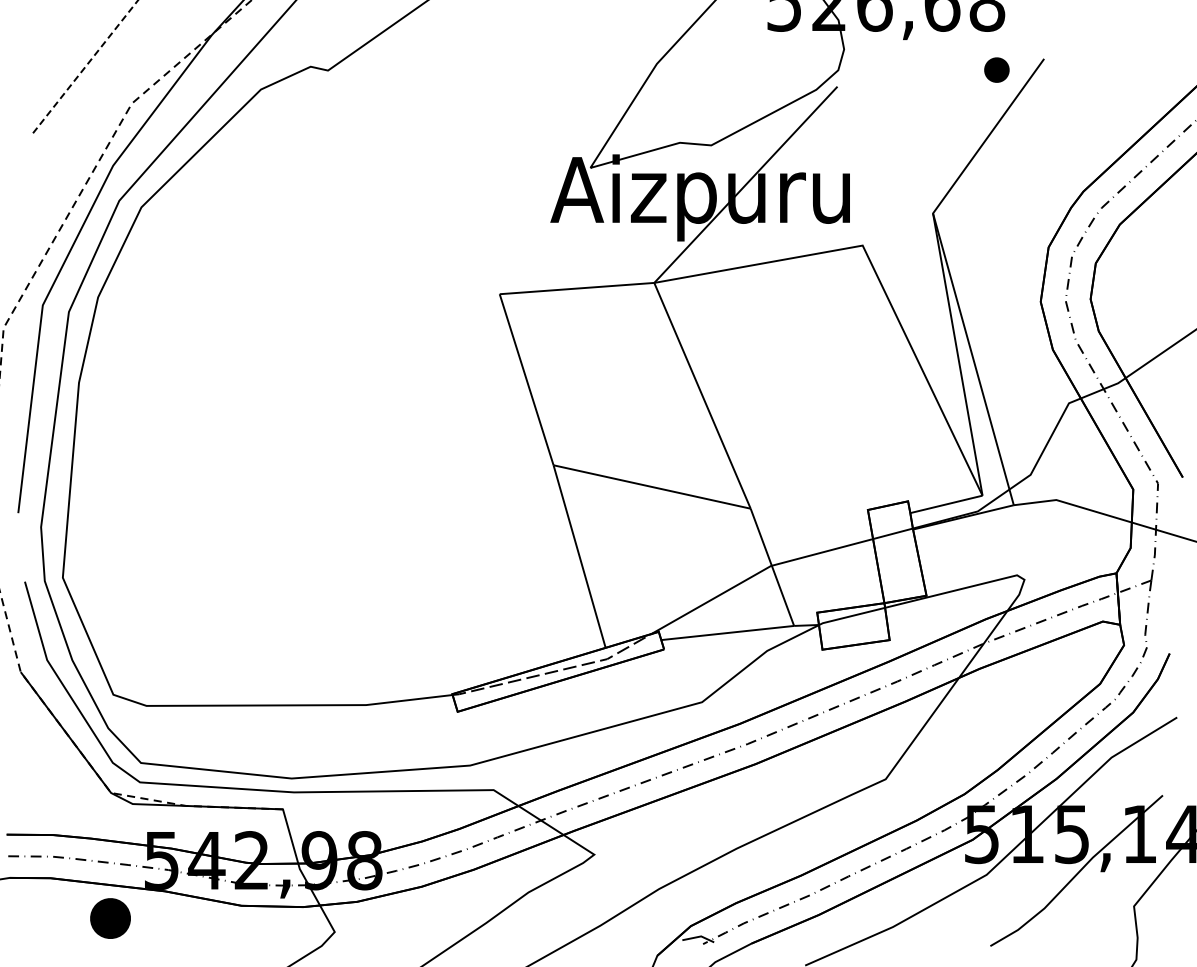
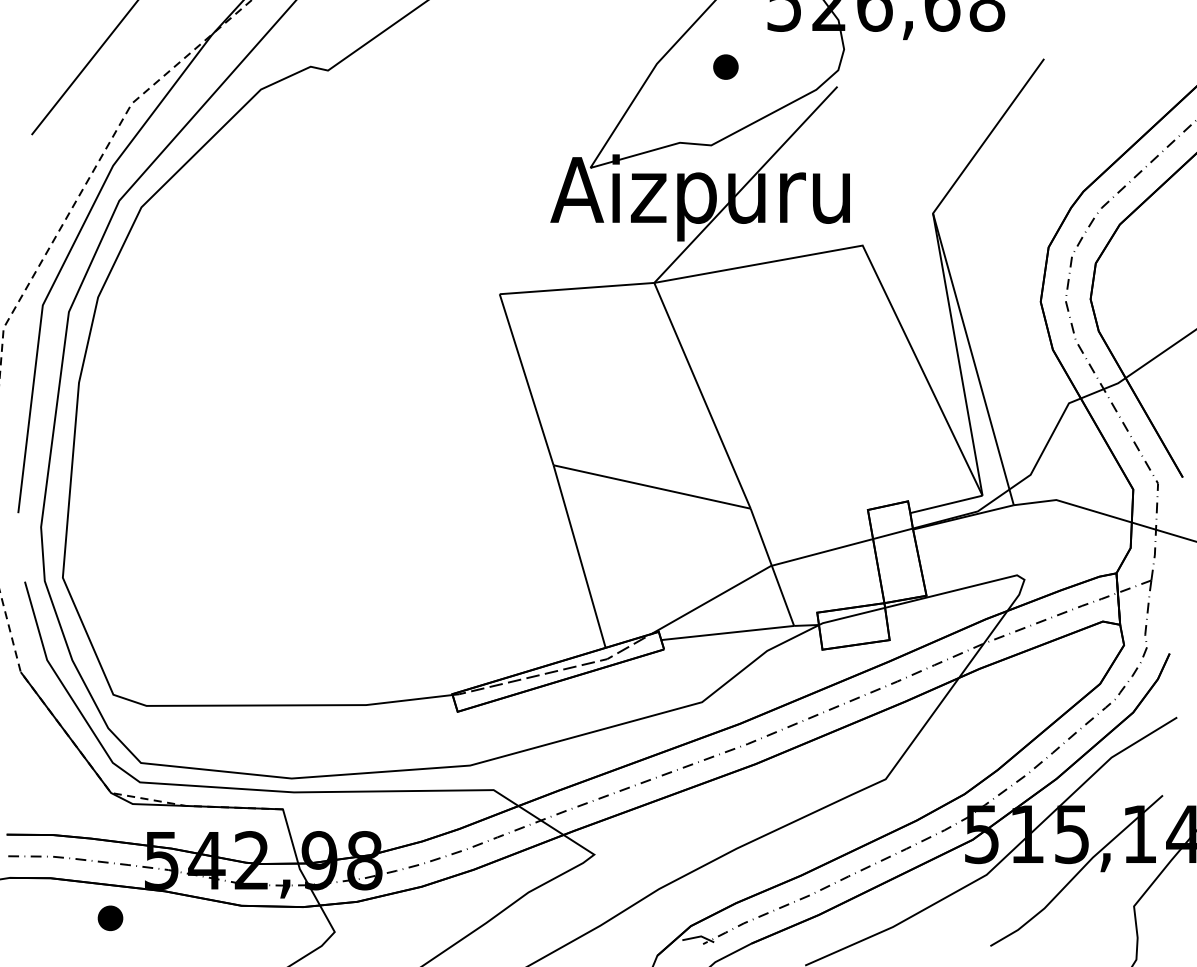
line at (84, 67): dashed -> solid
part at (996, 69) position: (996, 69) -> (725, 66)
part at (110, 918) size: 41x41 px -> 27x26 px
